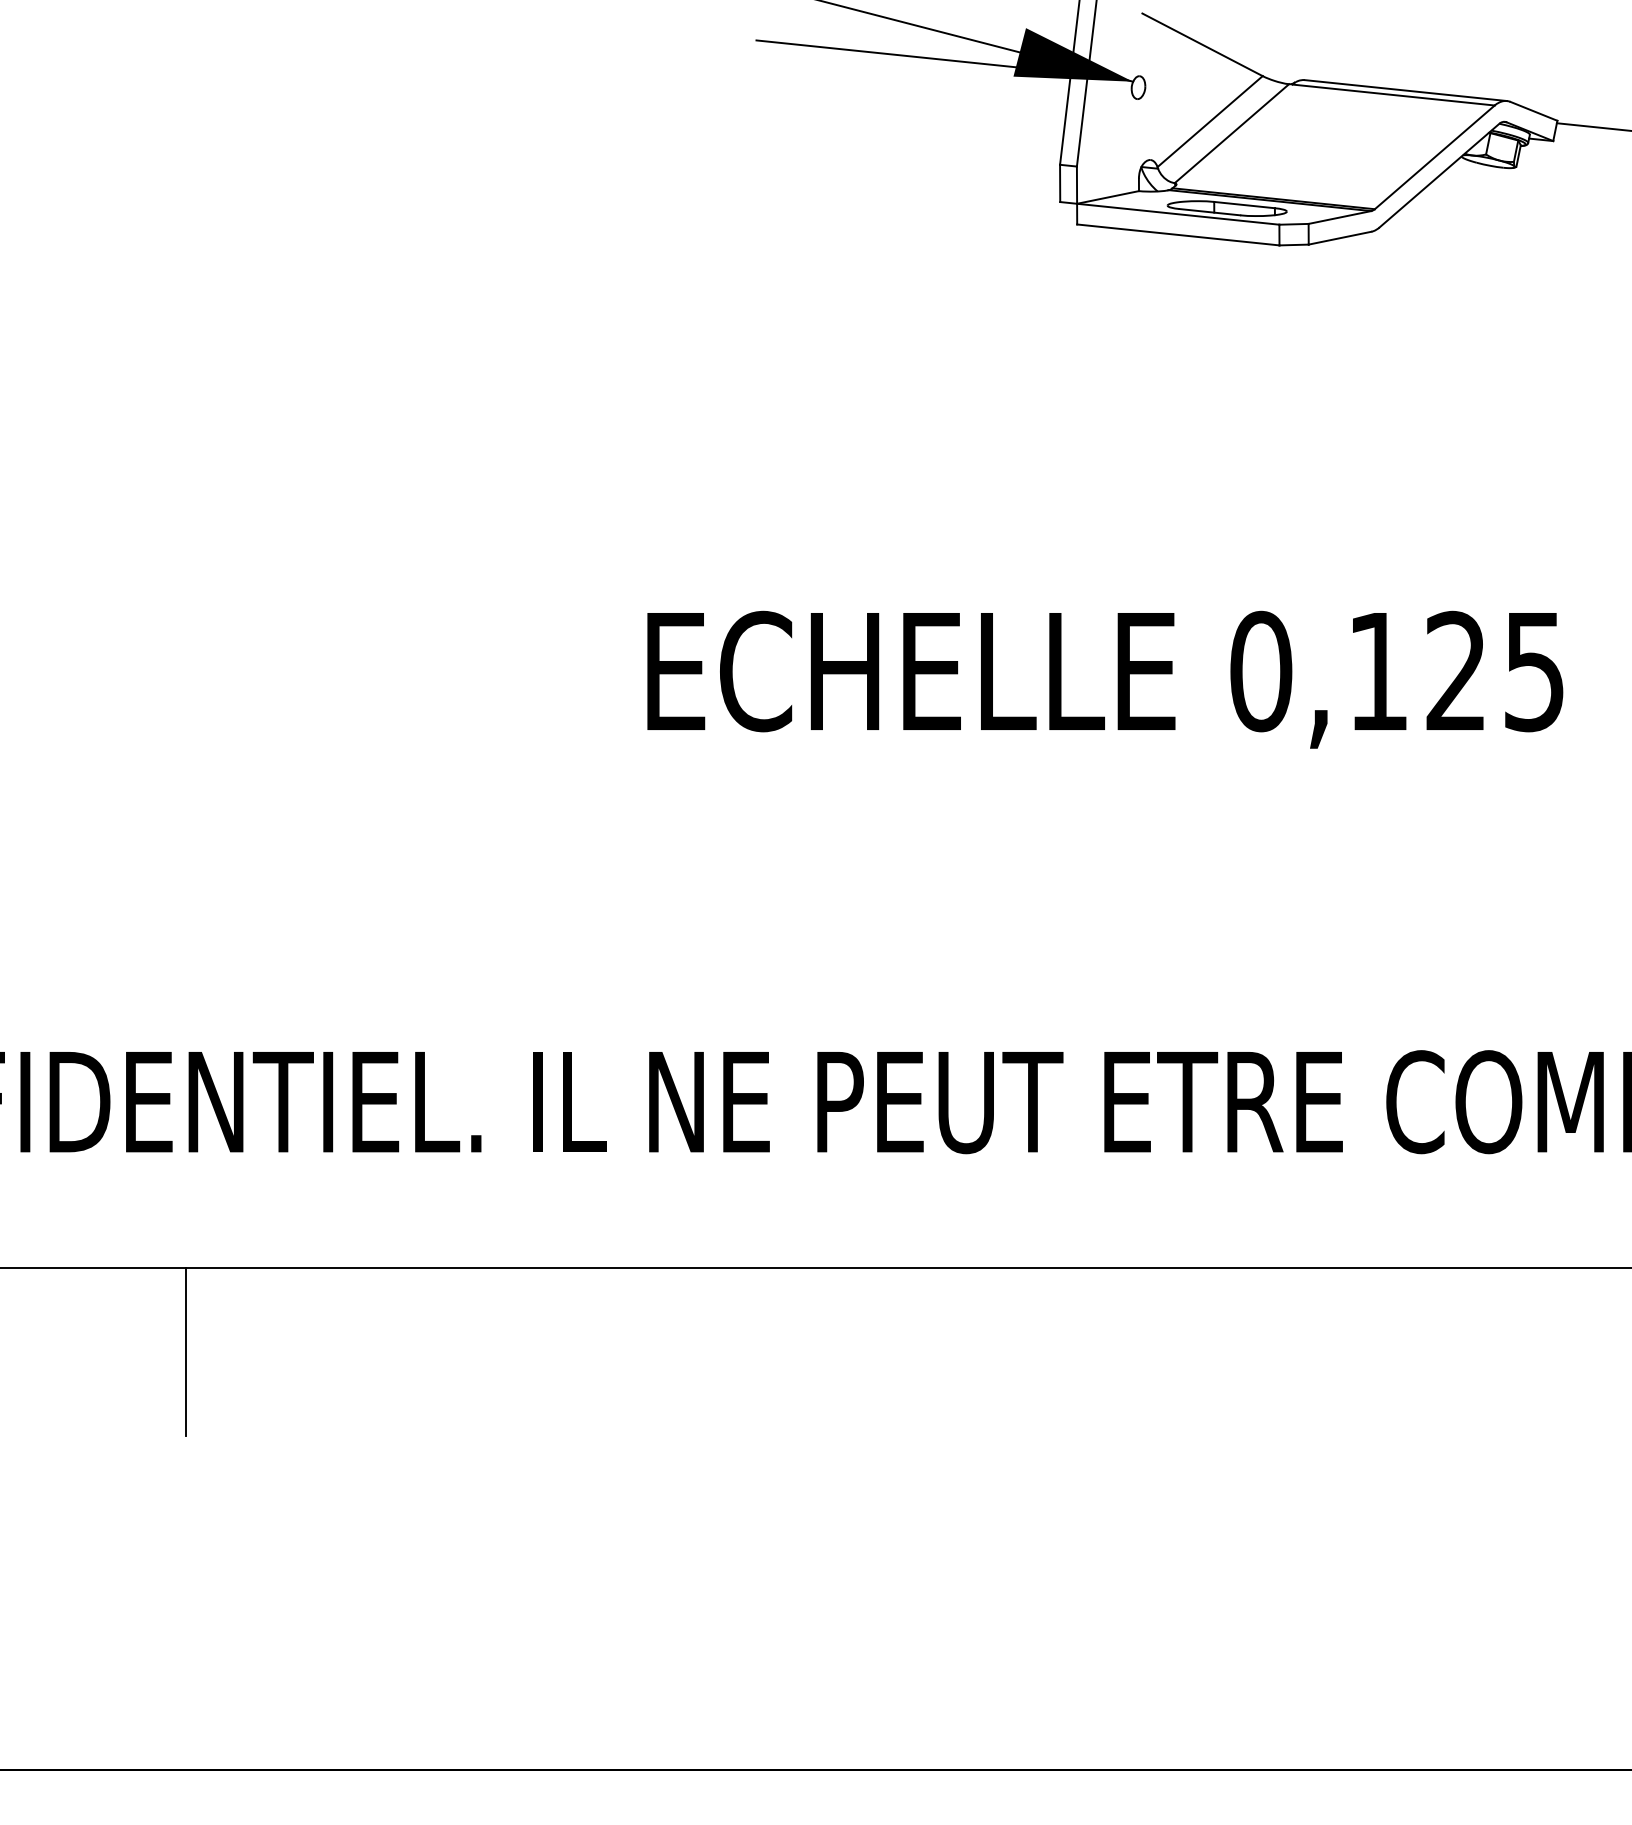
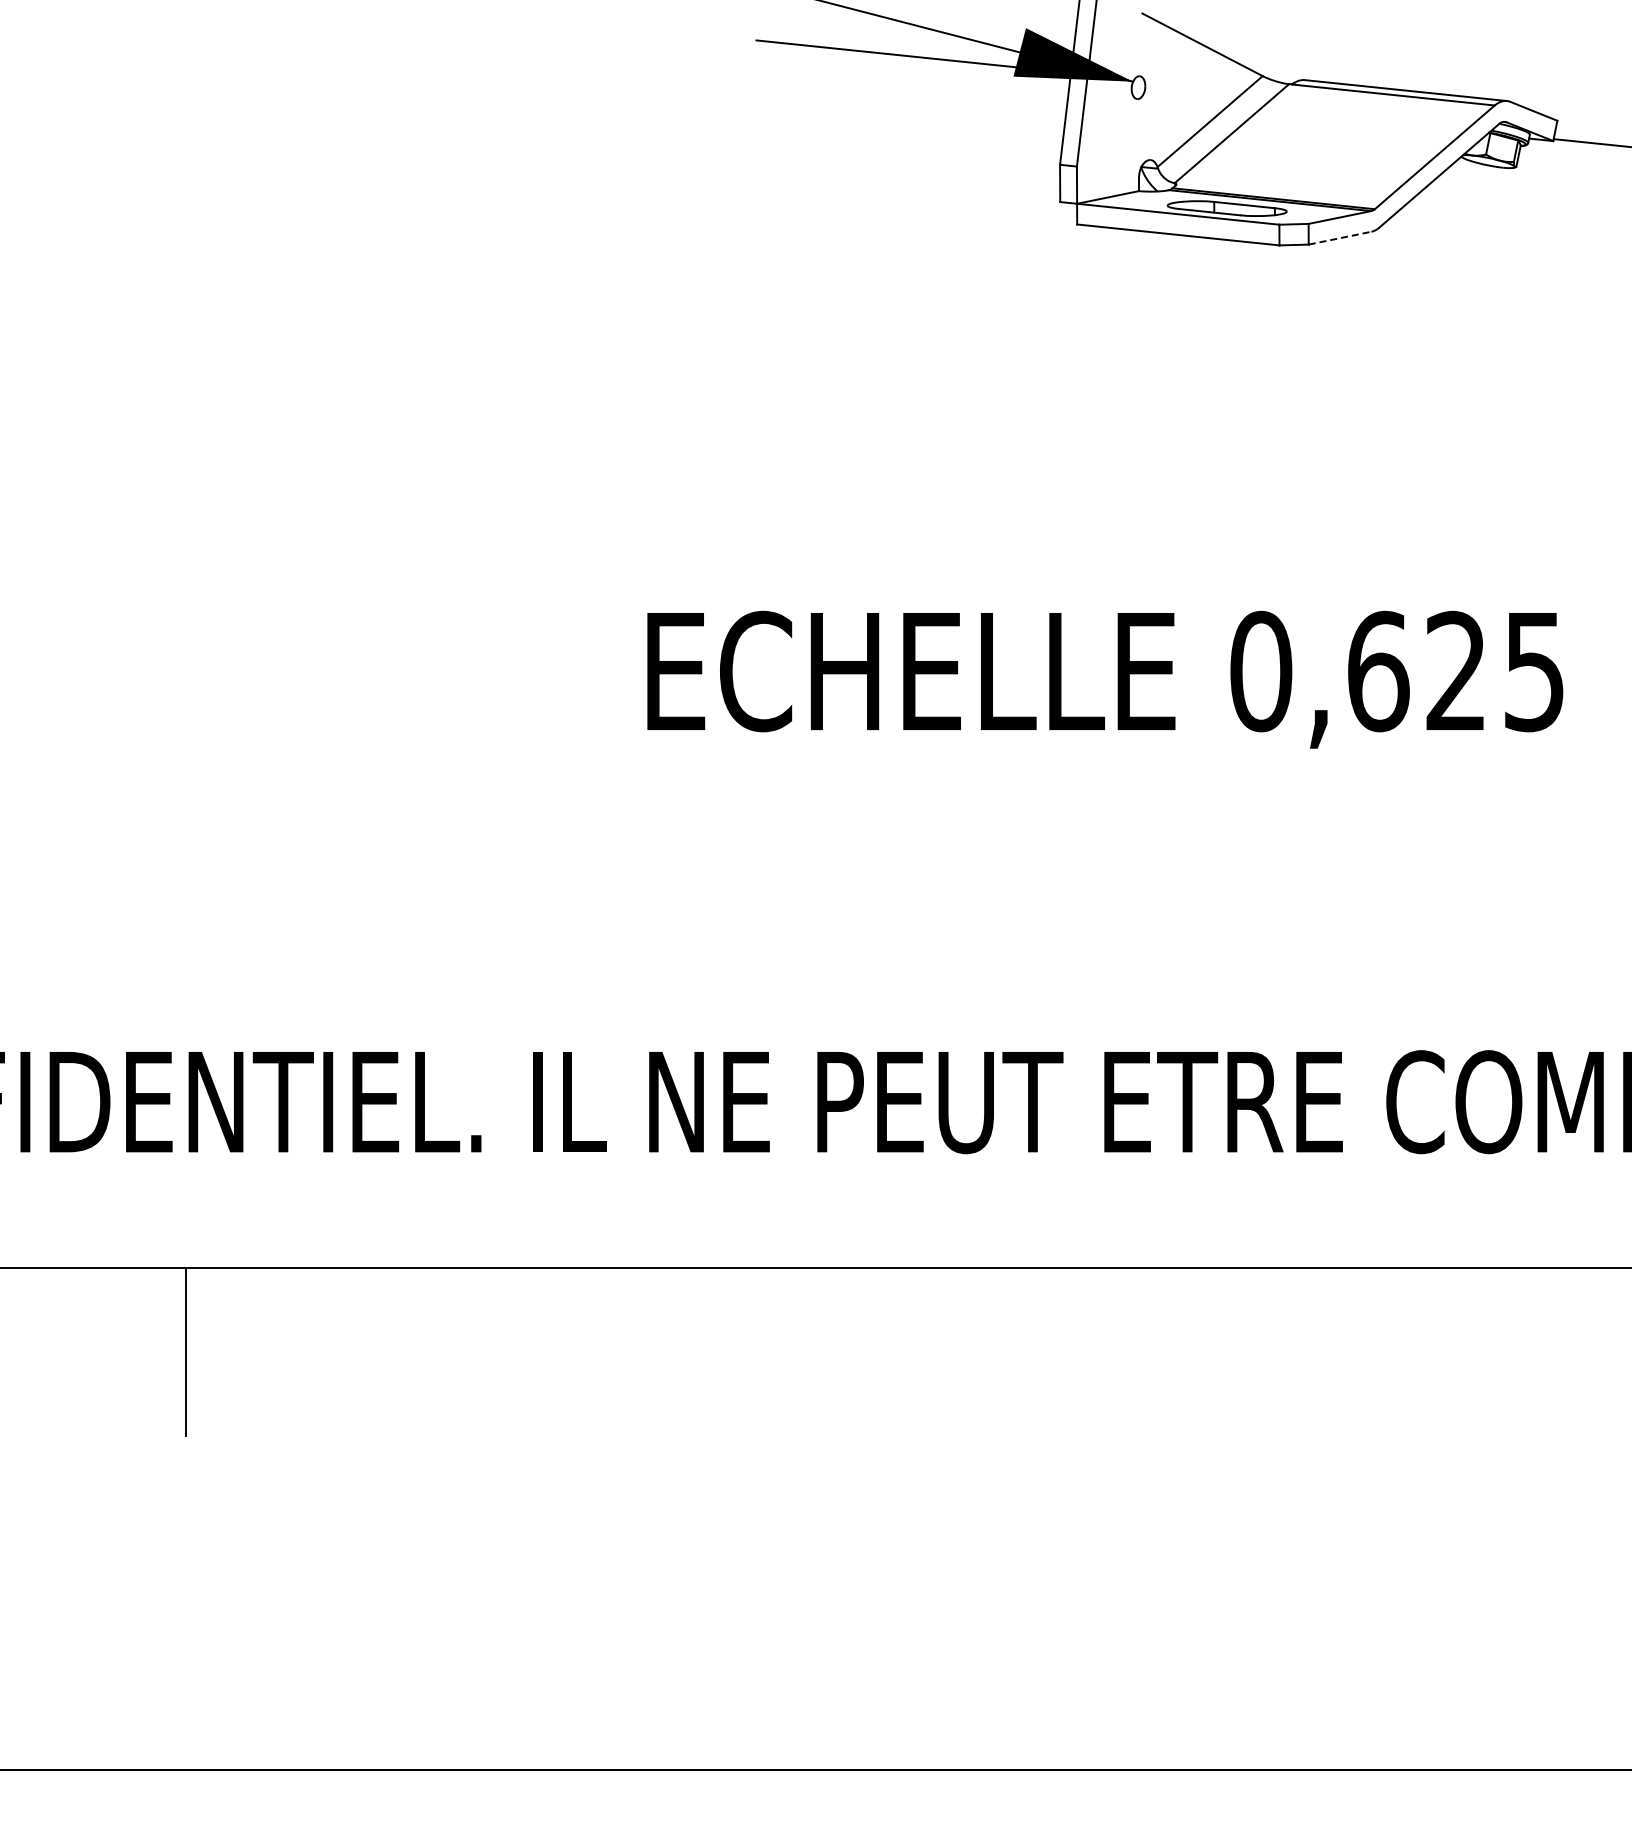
line at (1592, 126) position: (1592, 126) -> (1591, 142)
line at (1340, 238): solid -> dashed
text at (1378, 671): 0,125 -> 0,625
